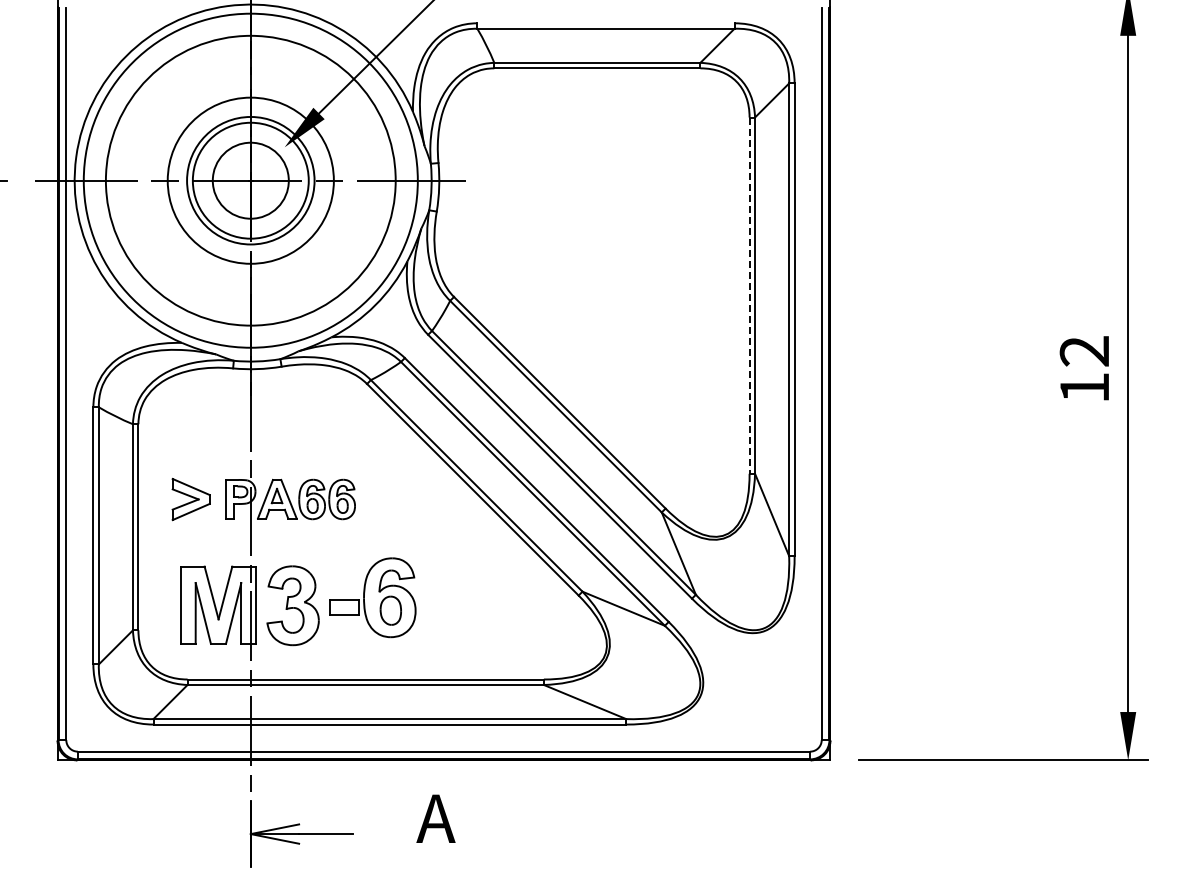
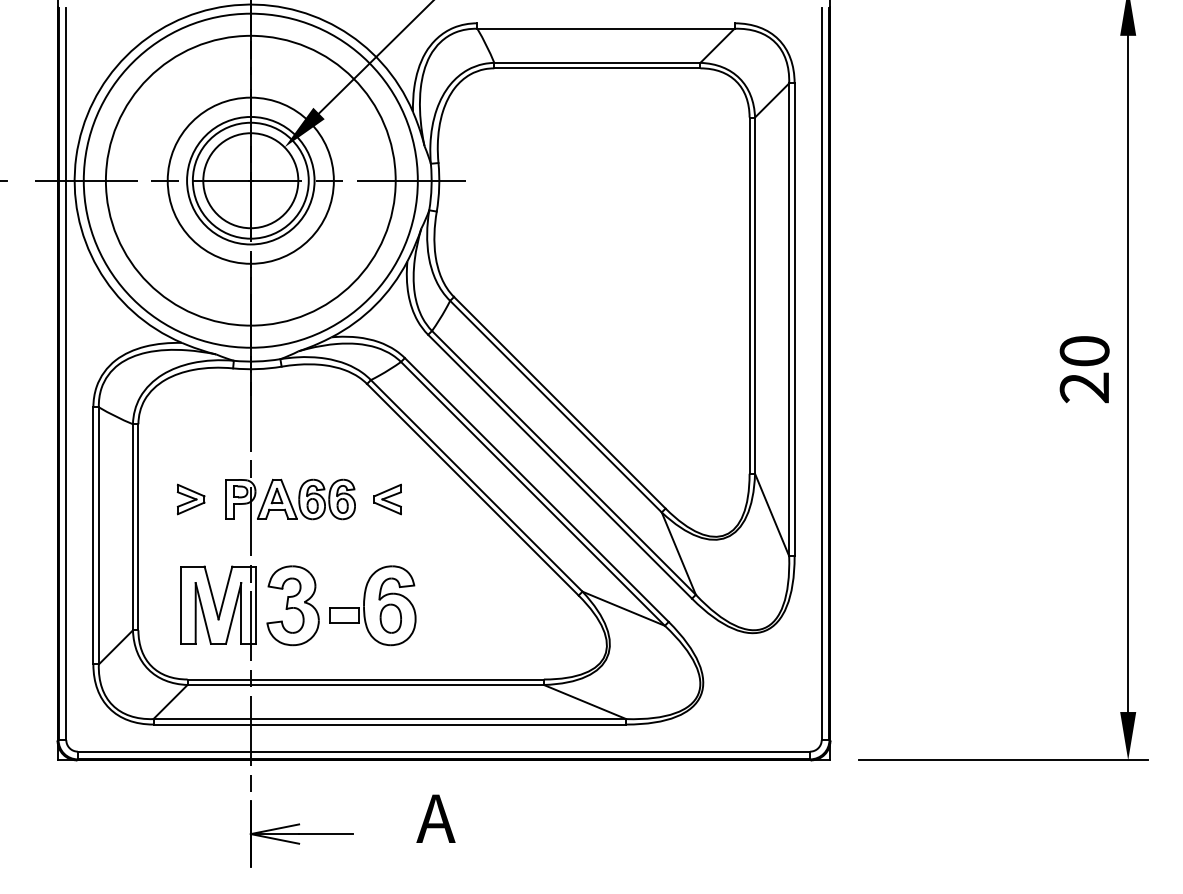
circle at (250, 180) diameter: 76 px -> 95 px
line at (749, 296): dashed -> solid
text at (1084, 369): 12 -> 20
part at (190, 499) size: 40x45 px -> 30x33 px
part at (387, 499): none -> present
part at (372, 597) position: (372, 597) -> (372, 605)
